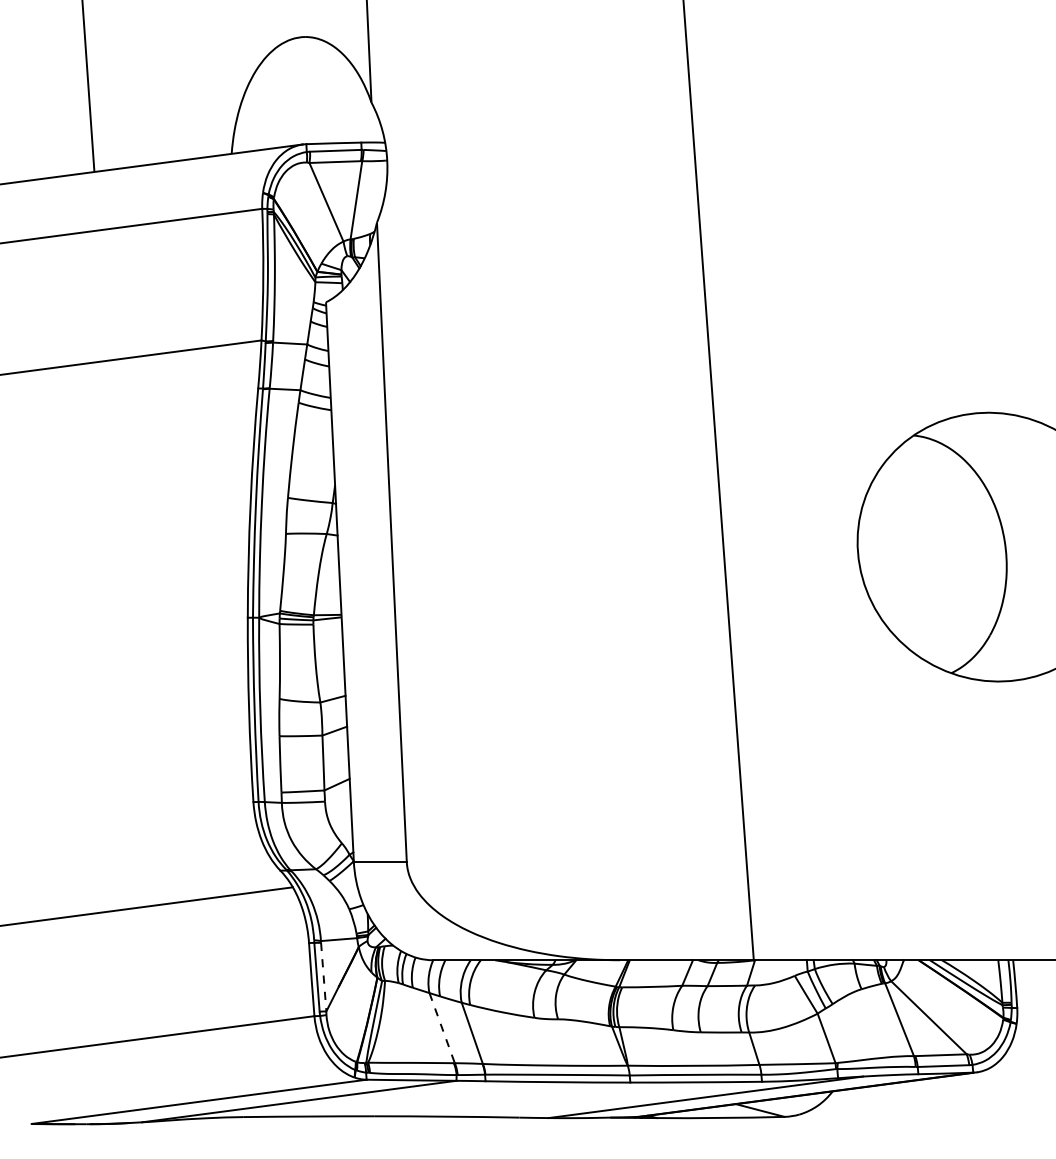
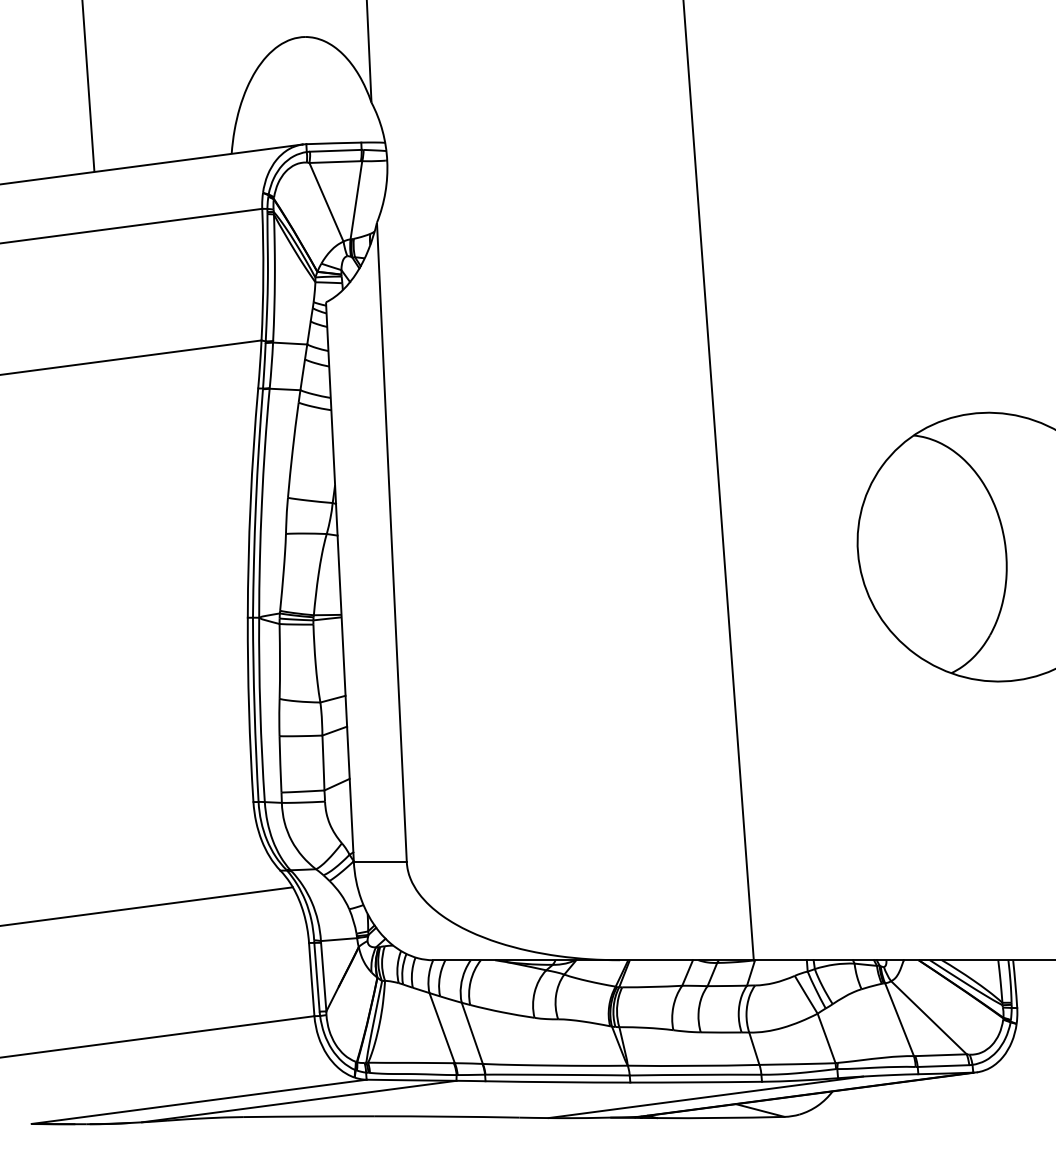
line at (323, 977): dashed -> solid
line at (442, 1028): dashed -> solid
